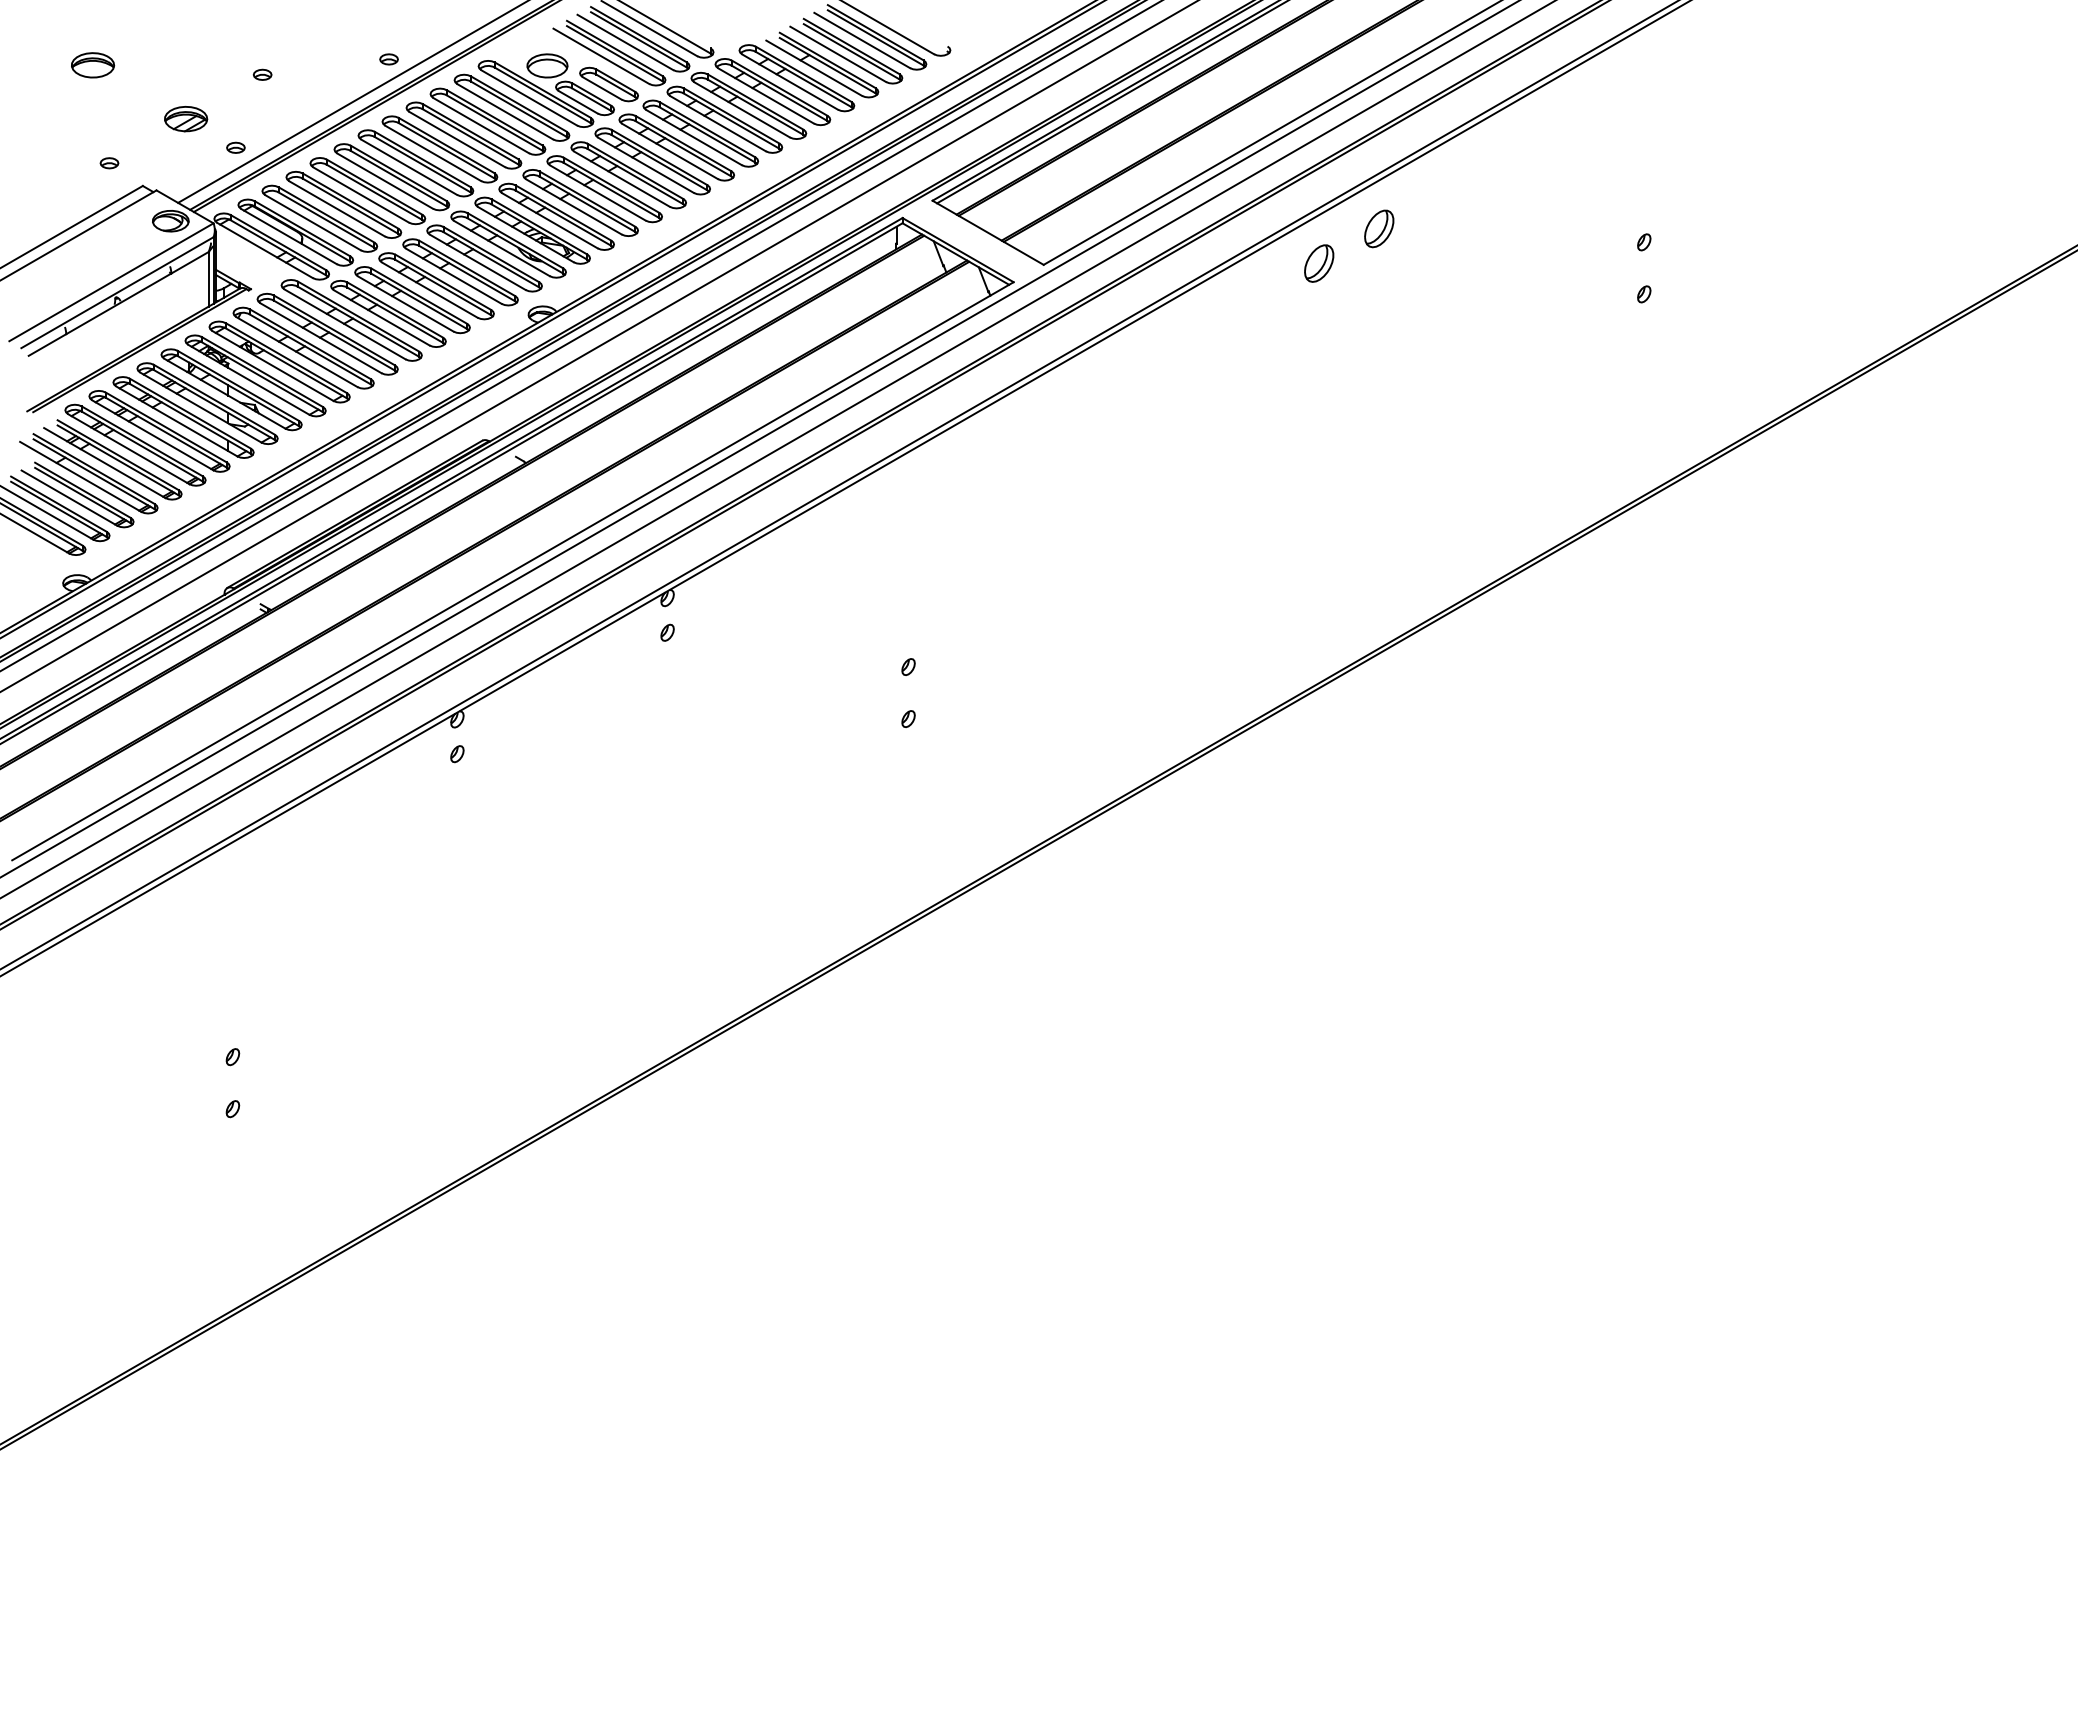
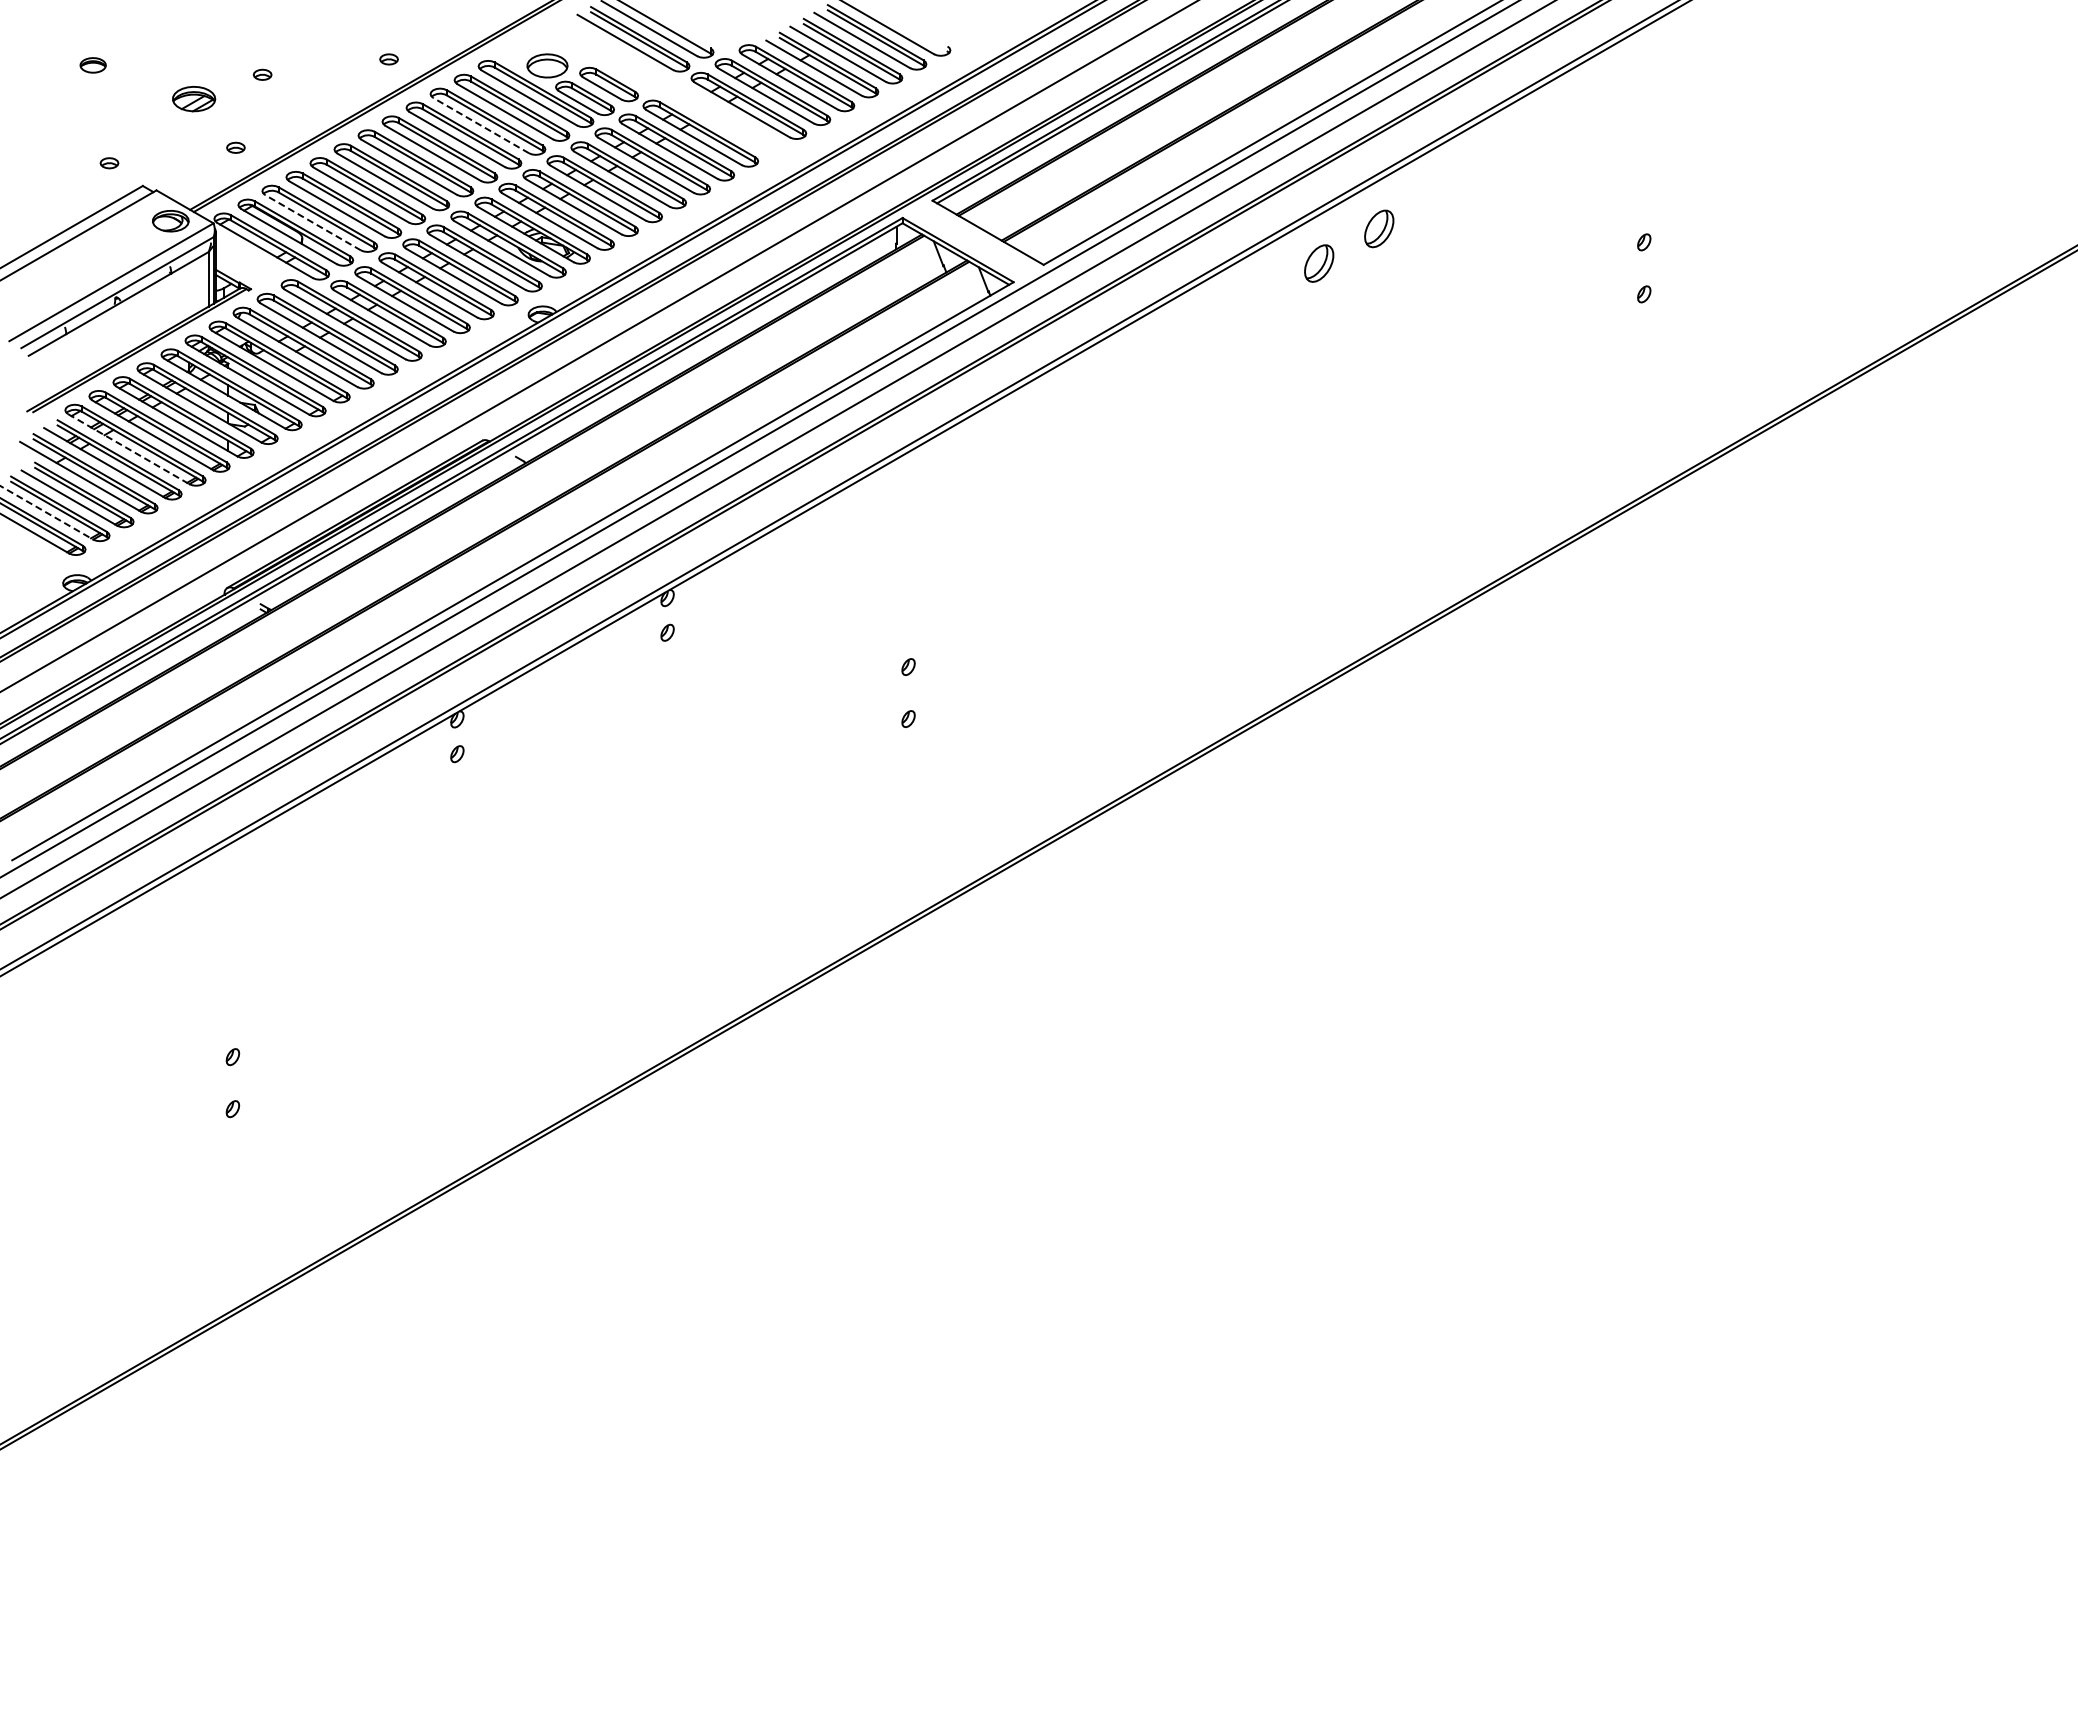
part at (93, 65) size: 45x27 px -> 28x17 px
part at (667, 86): present -> none
line at (351, 102): present -> none
part at (186, 119) position: (186, 119) -> (194, 99)
line at (480, 125): solid -> dashed
line at (312, 222): solid -> dashed
line at (580, 336): present -> none
line at (128, 449): solid -> dashed
line at (46, 512): solid -> dashed
